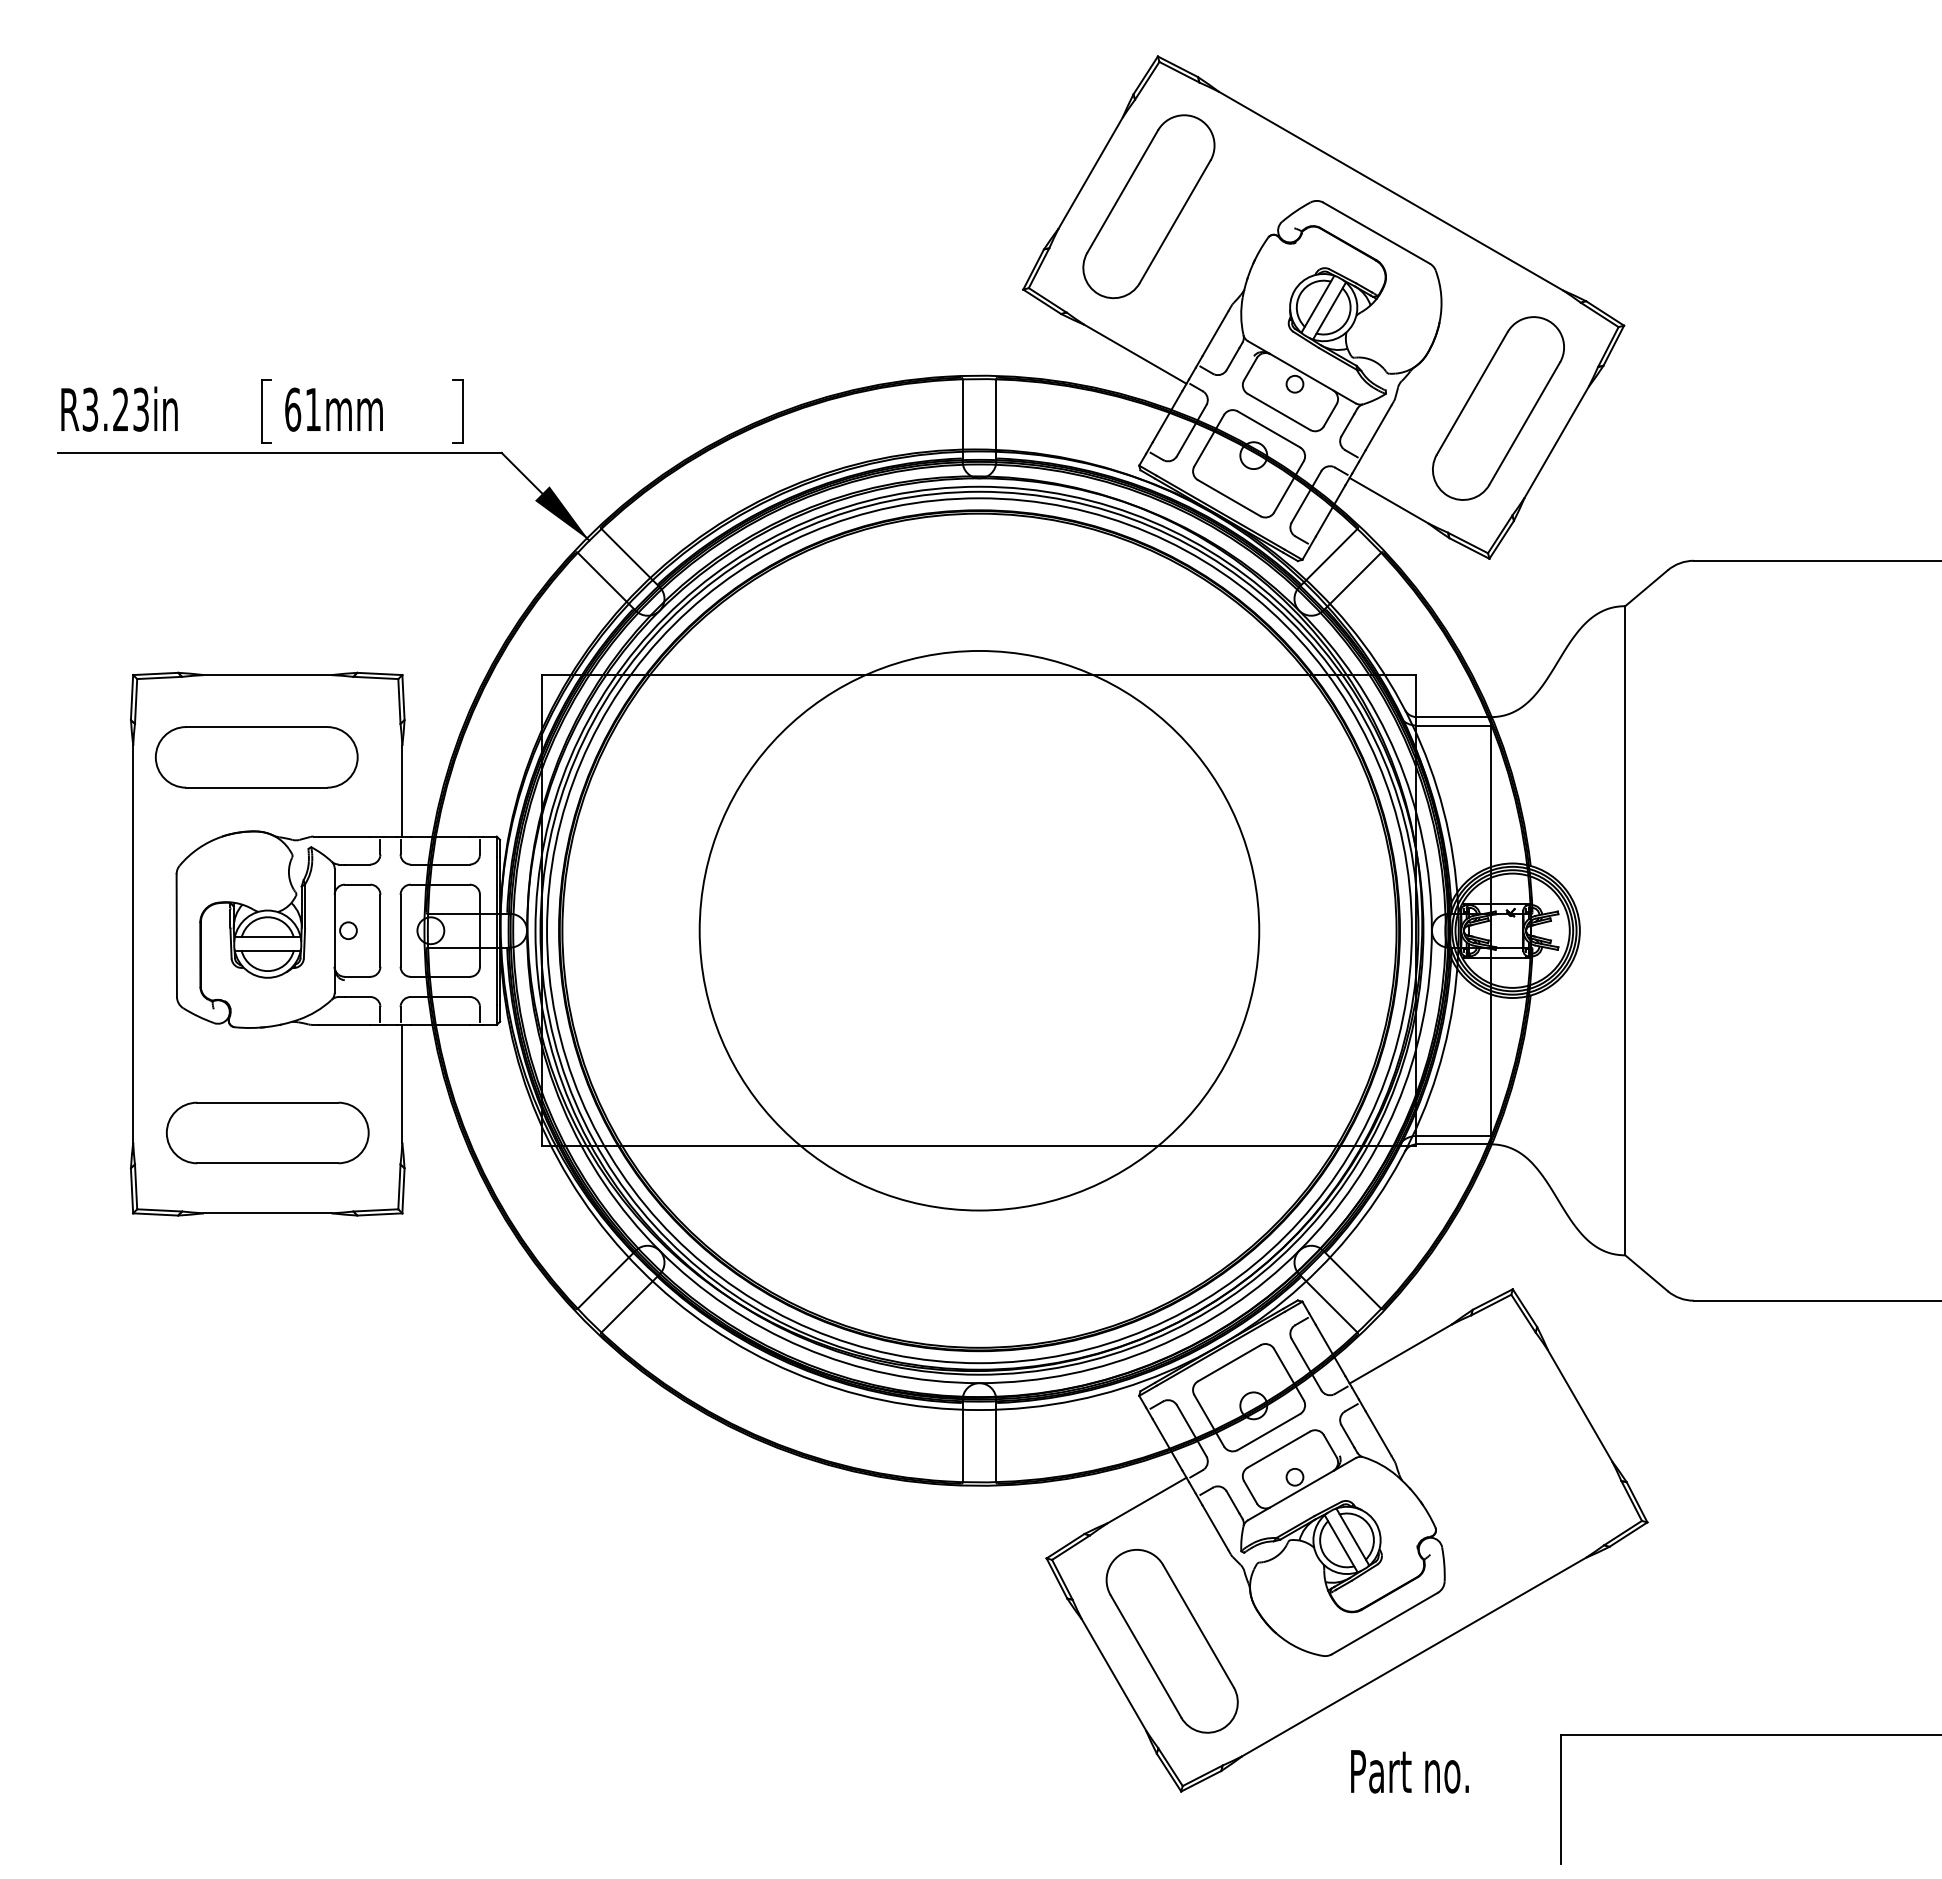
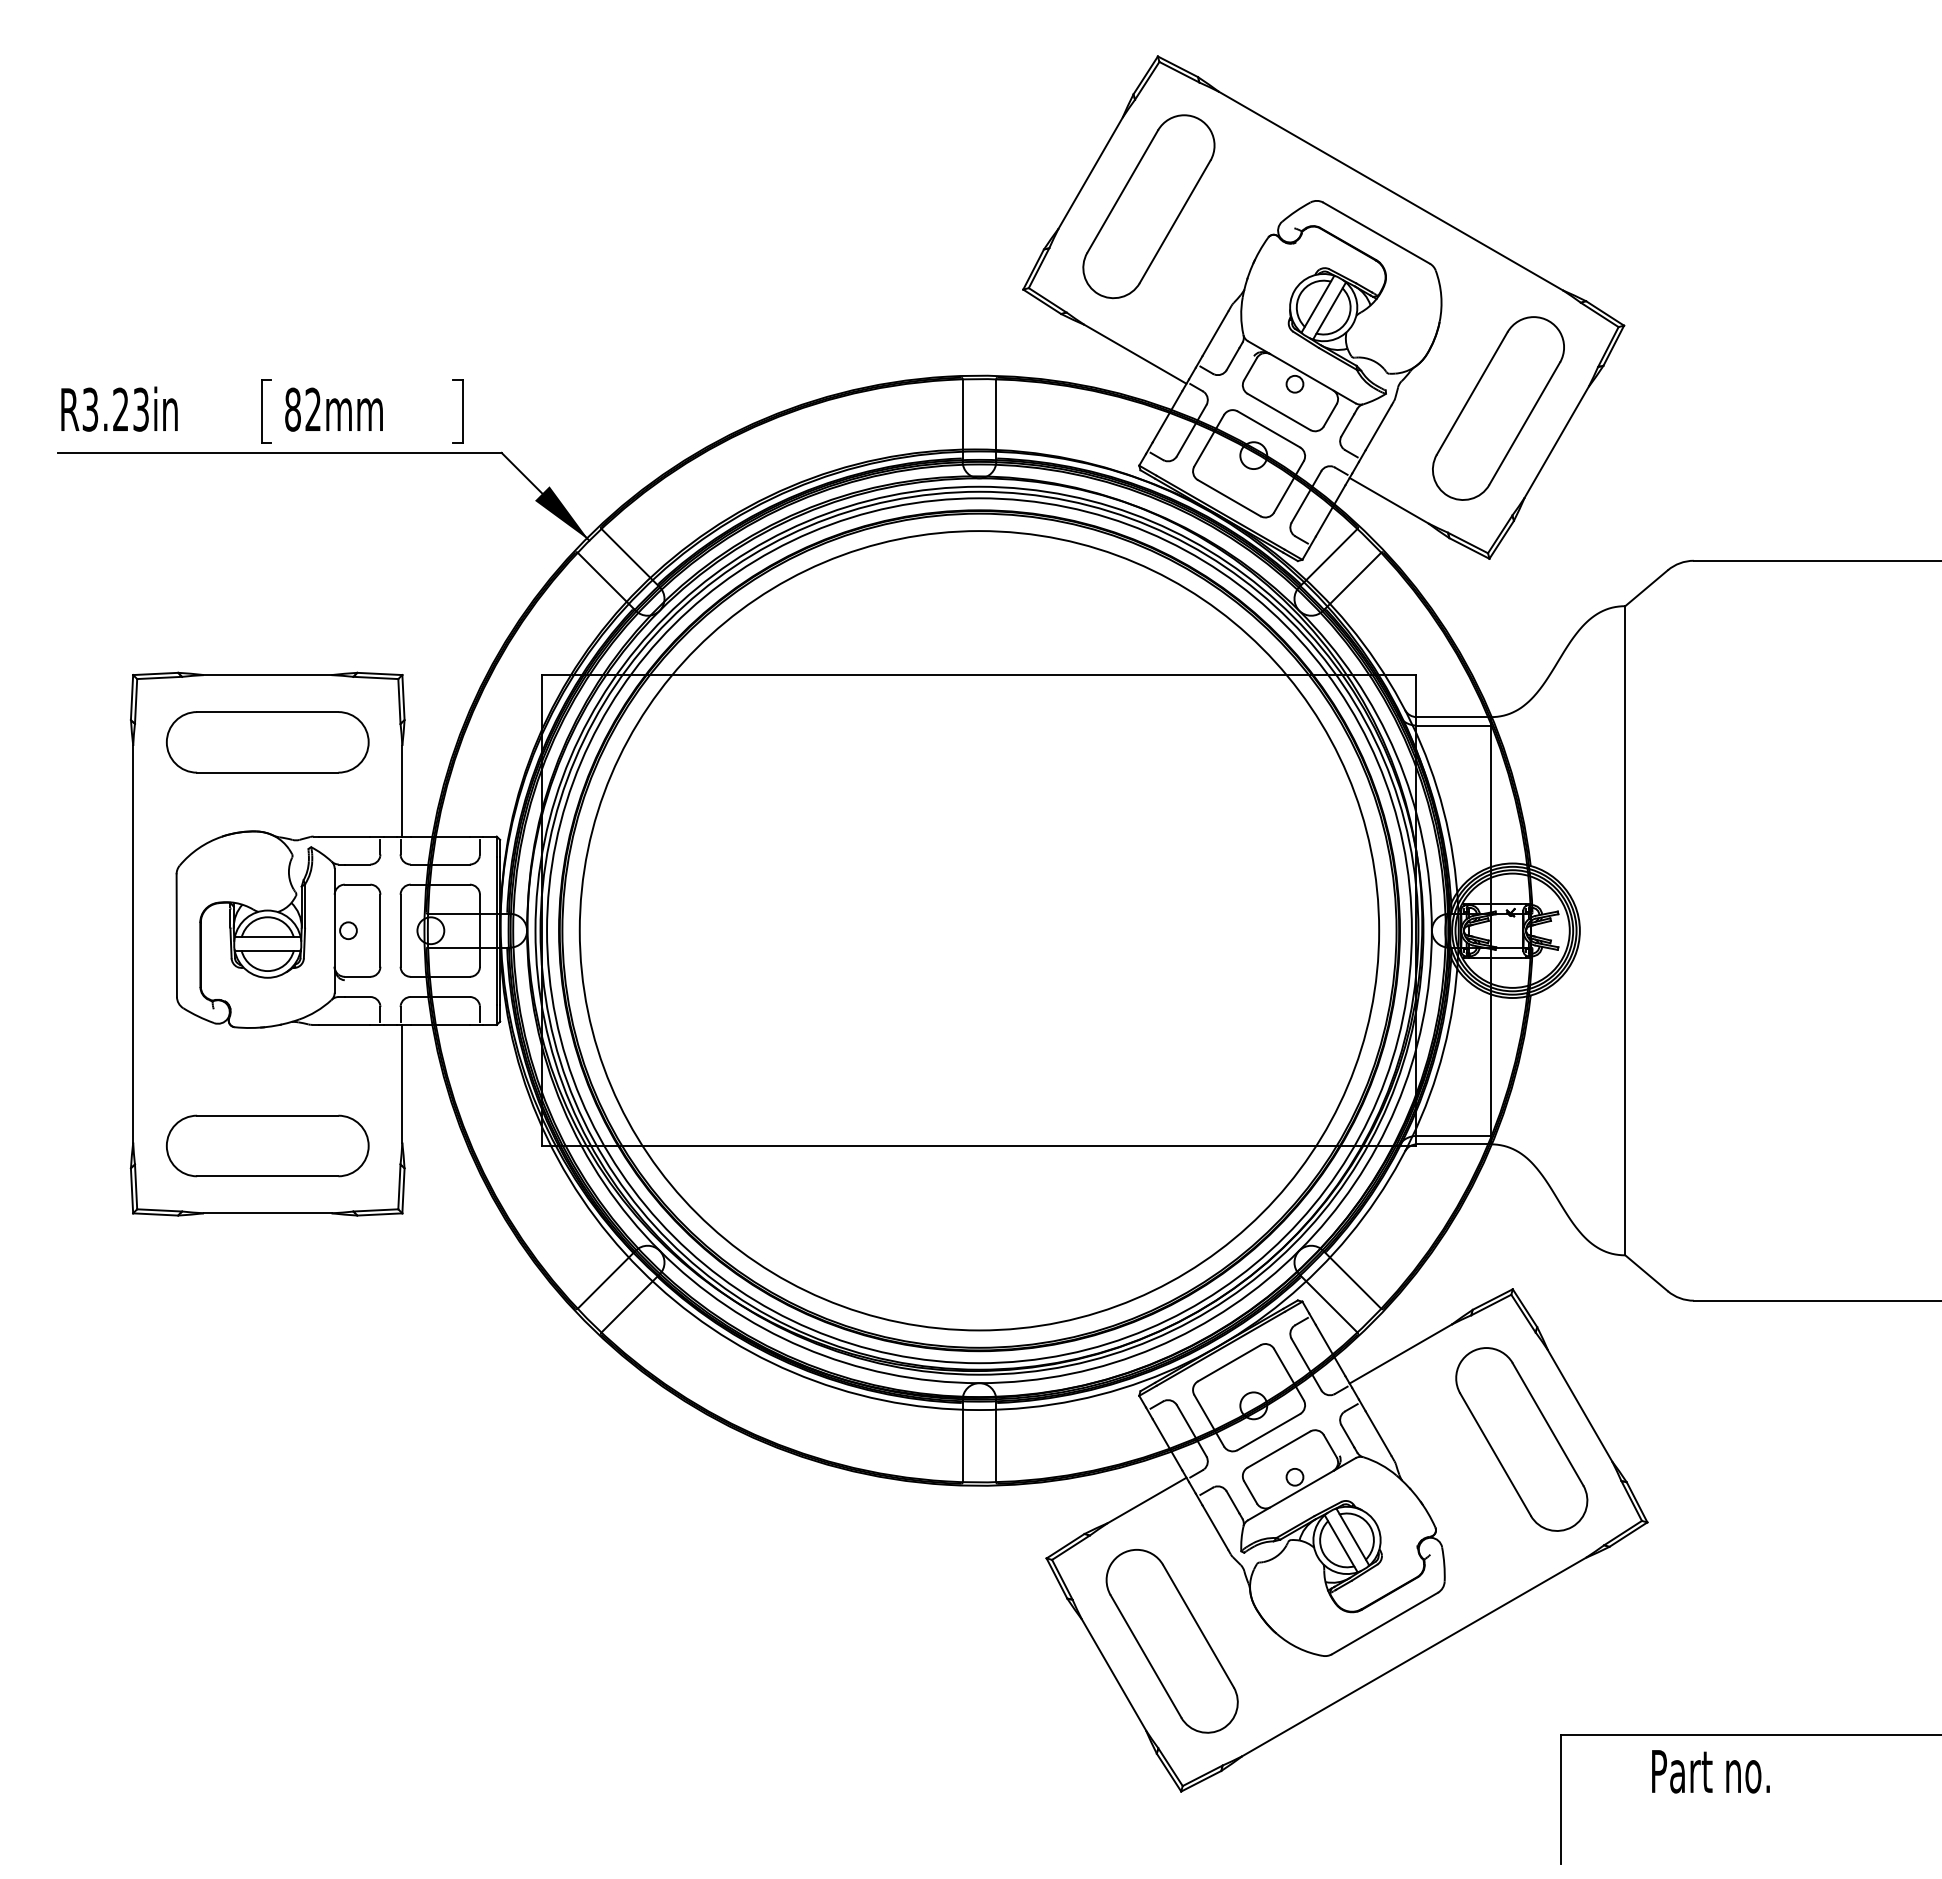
text at (302, 409): 61mm -> 82mm
part at (256, 757) position: (256, 757) -> (267, 742)
circle at (979, 930) diameter: 560 px -> 799 px
part at (267, 1132) position: (267, 1132) -> (267, 1145)
part at (1521, 1439): none -> present
text at (1409, 1771) position: (1409, 1771) -> (1710, 1771)
